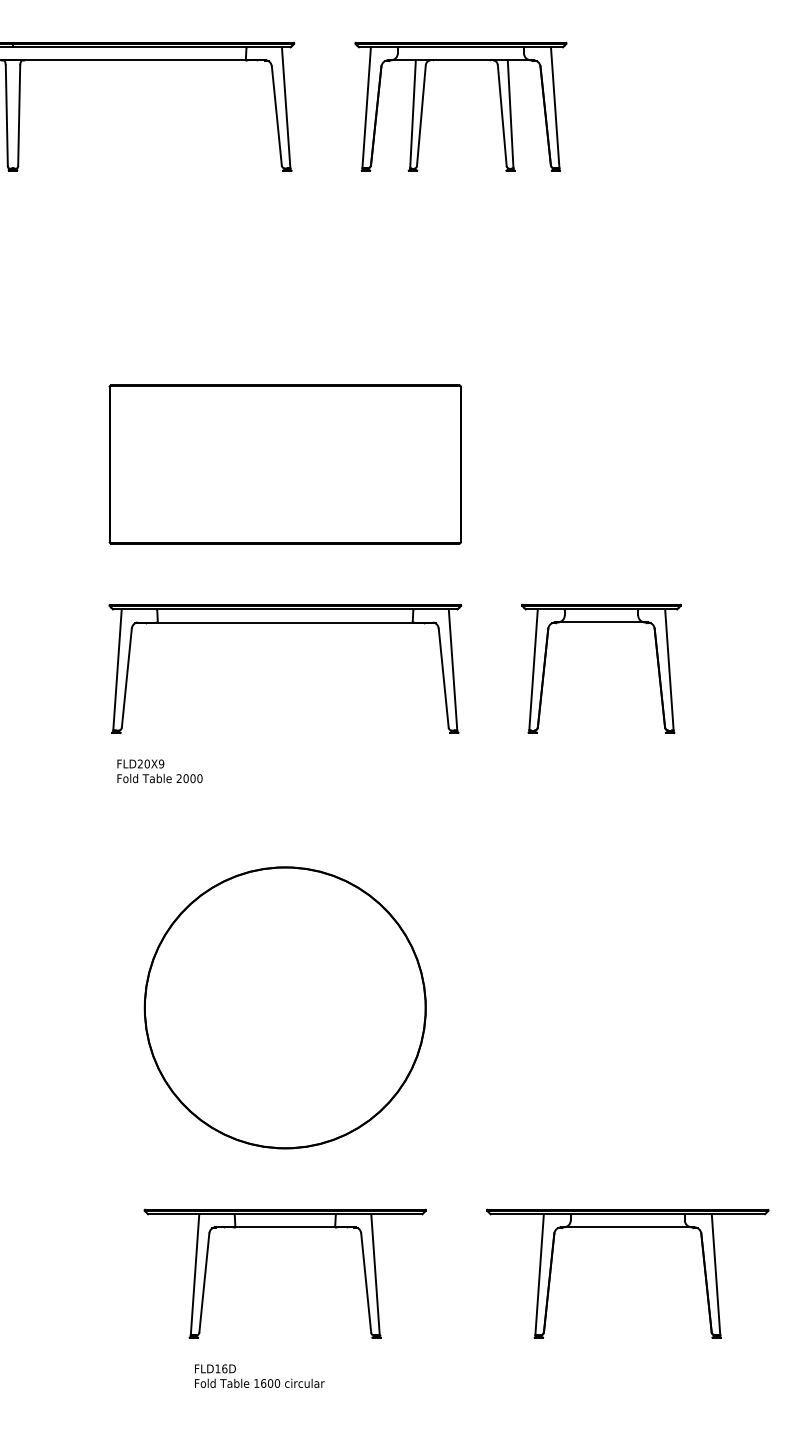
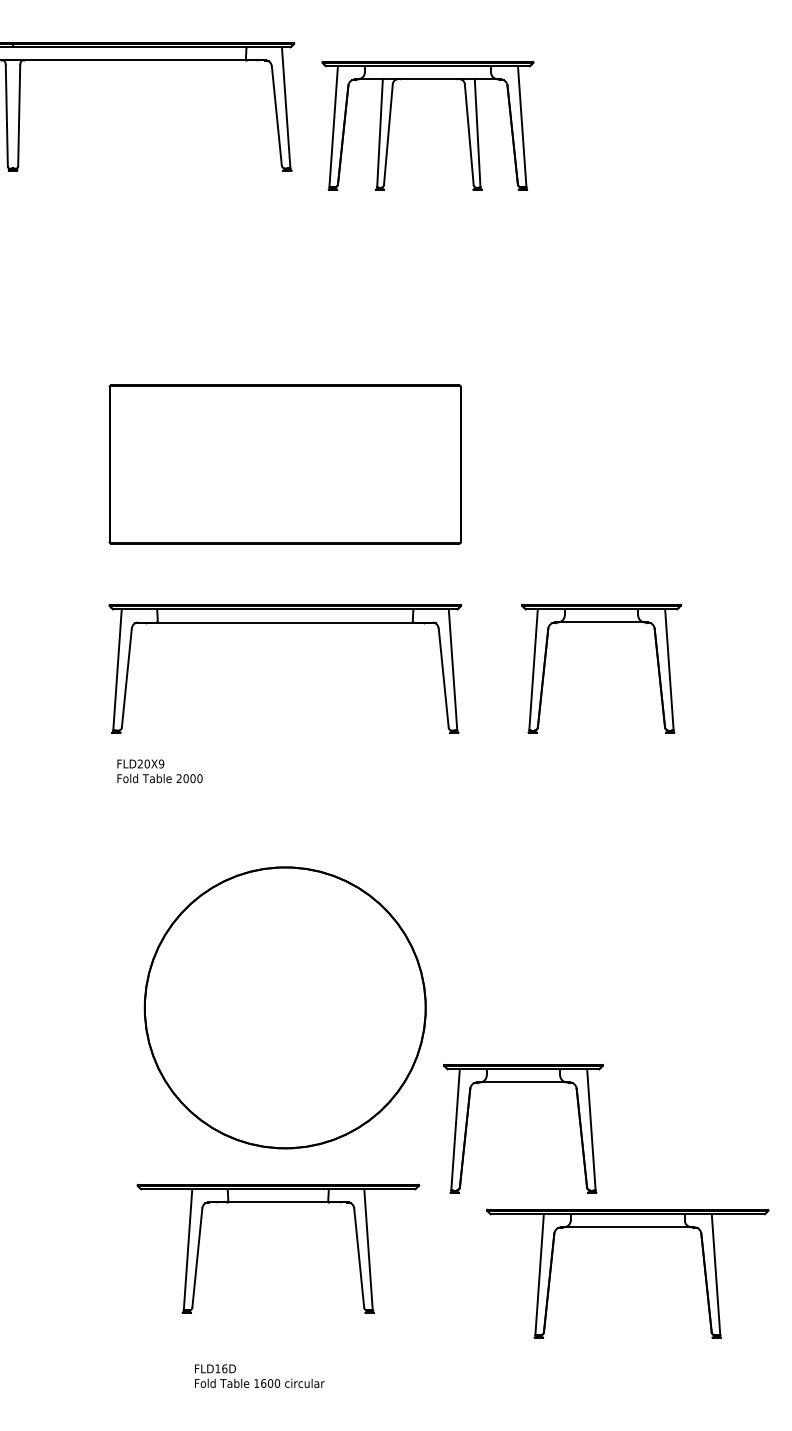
part at (423, 106) position: (423, 106) -> (390, 125)
part at (523, 1082): none -> present
part at (284, 1227) position: (284, 1227) -> (277, 1202)
